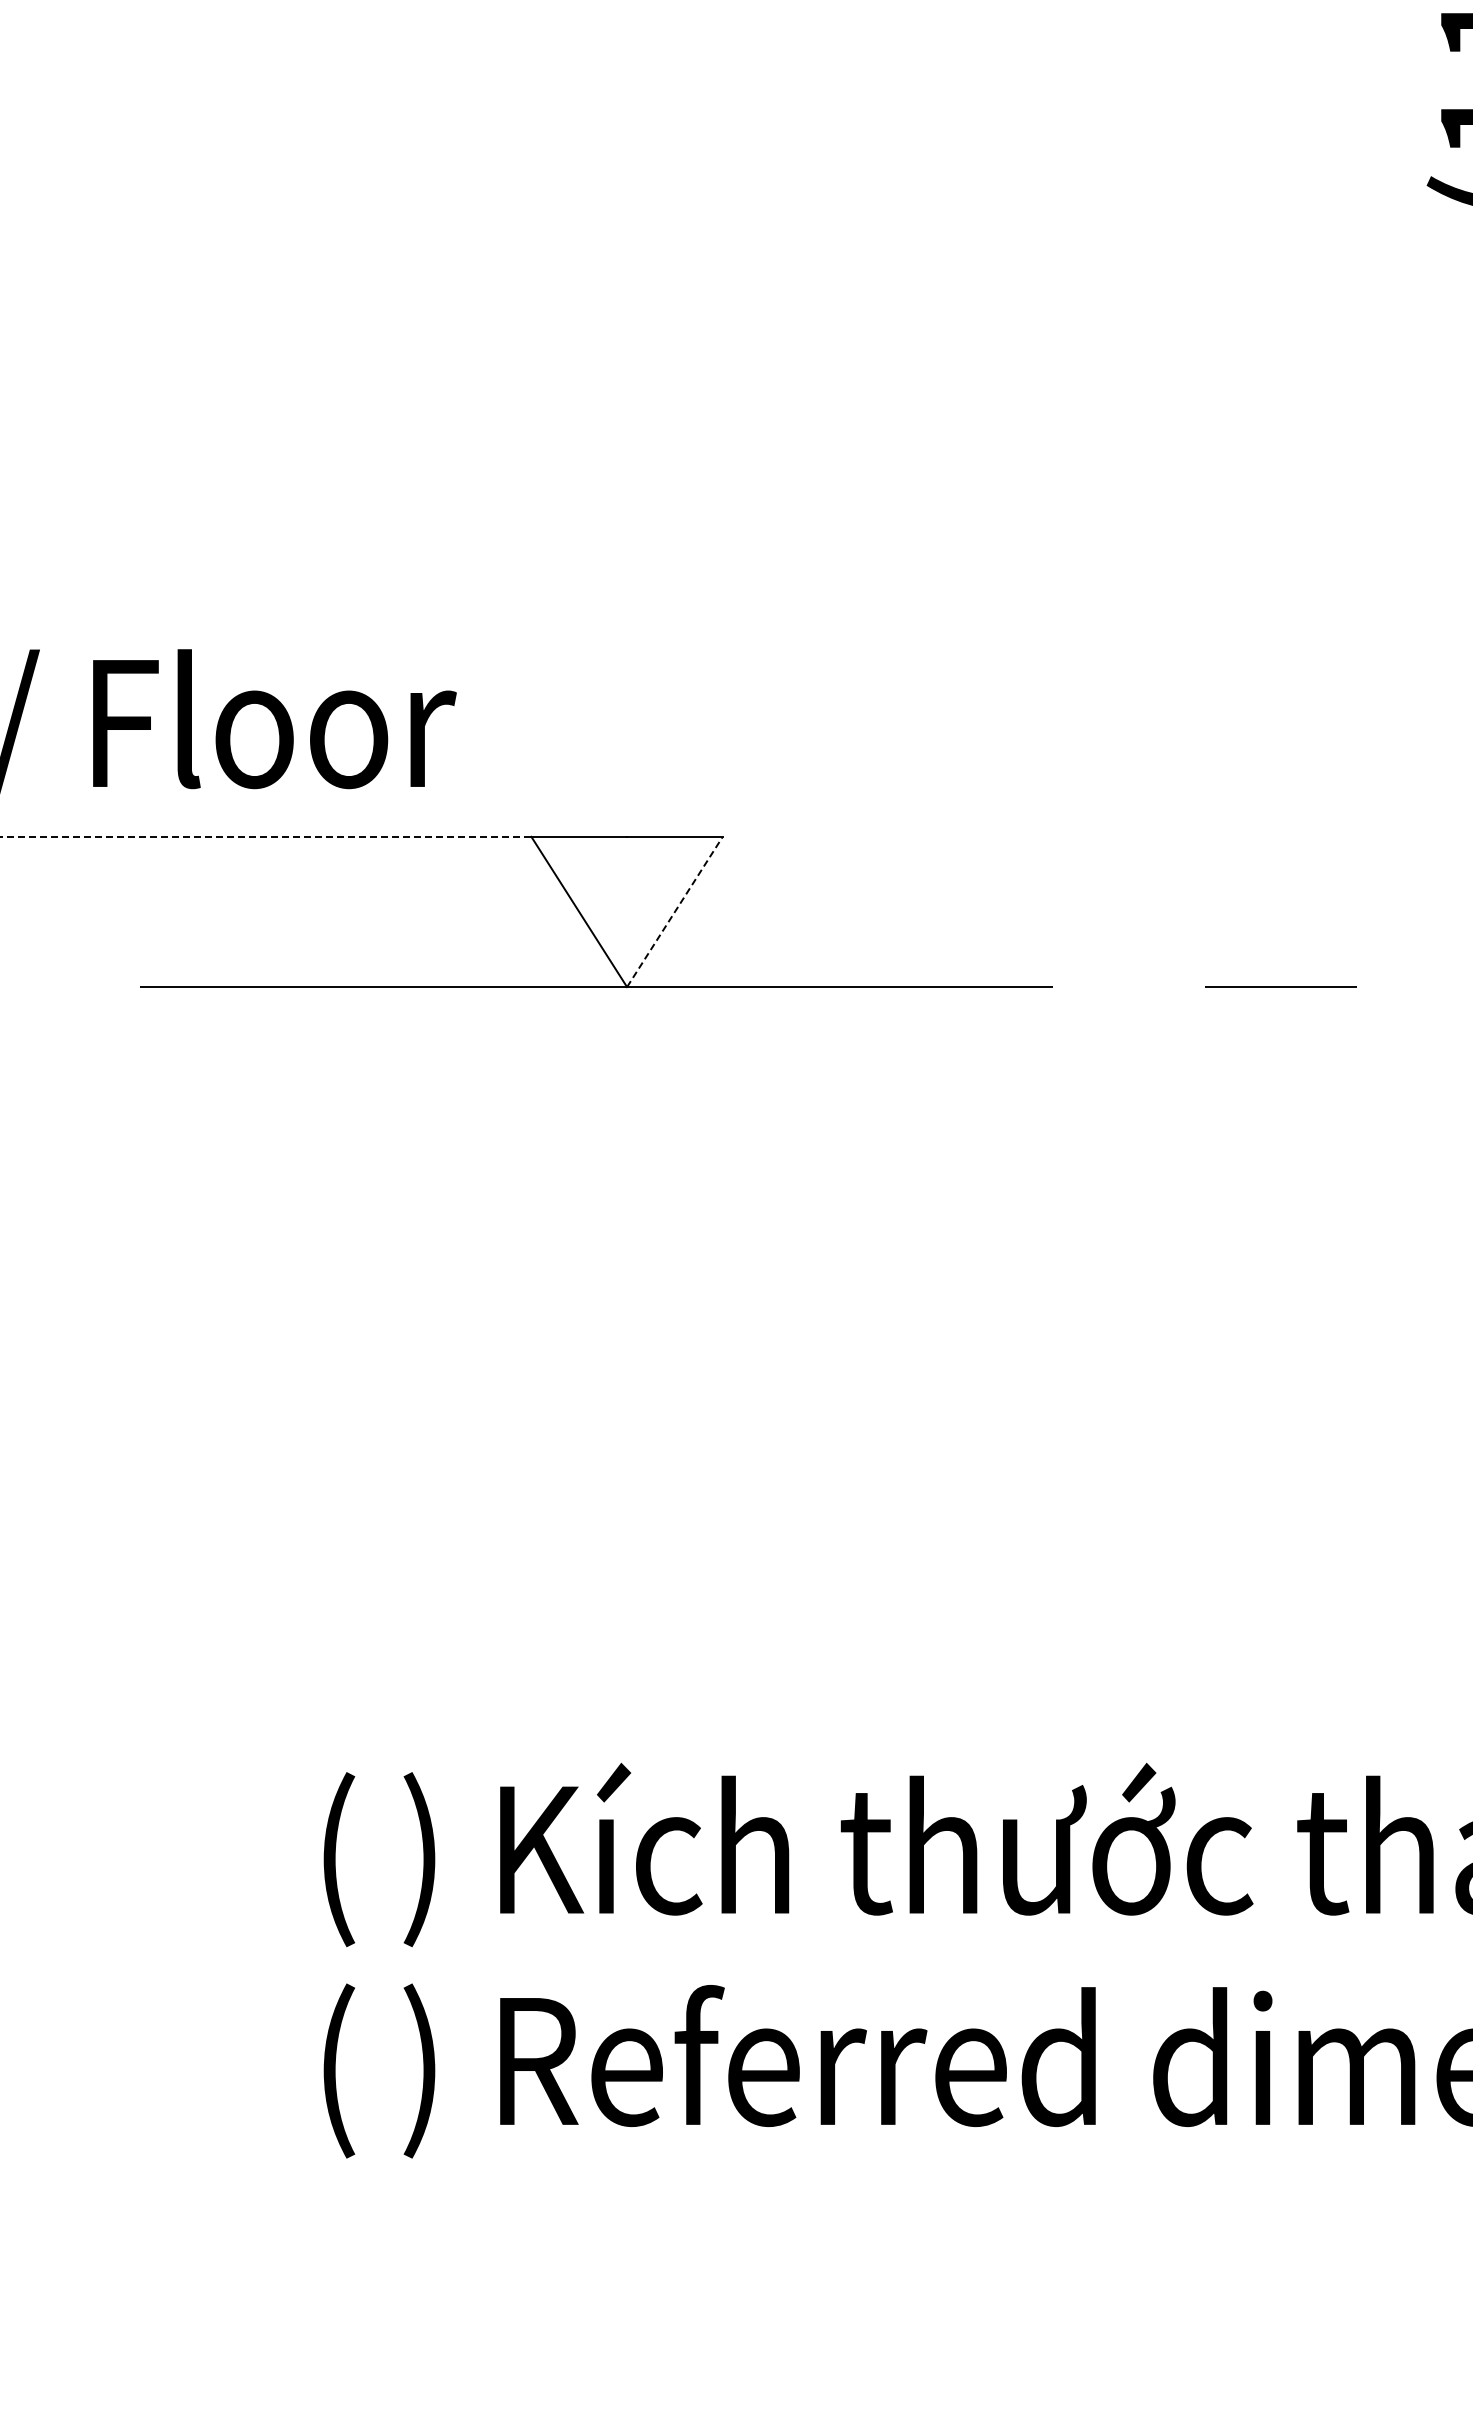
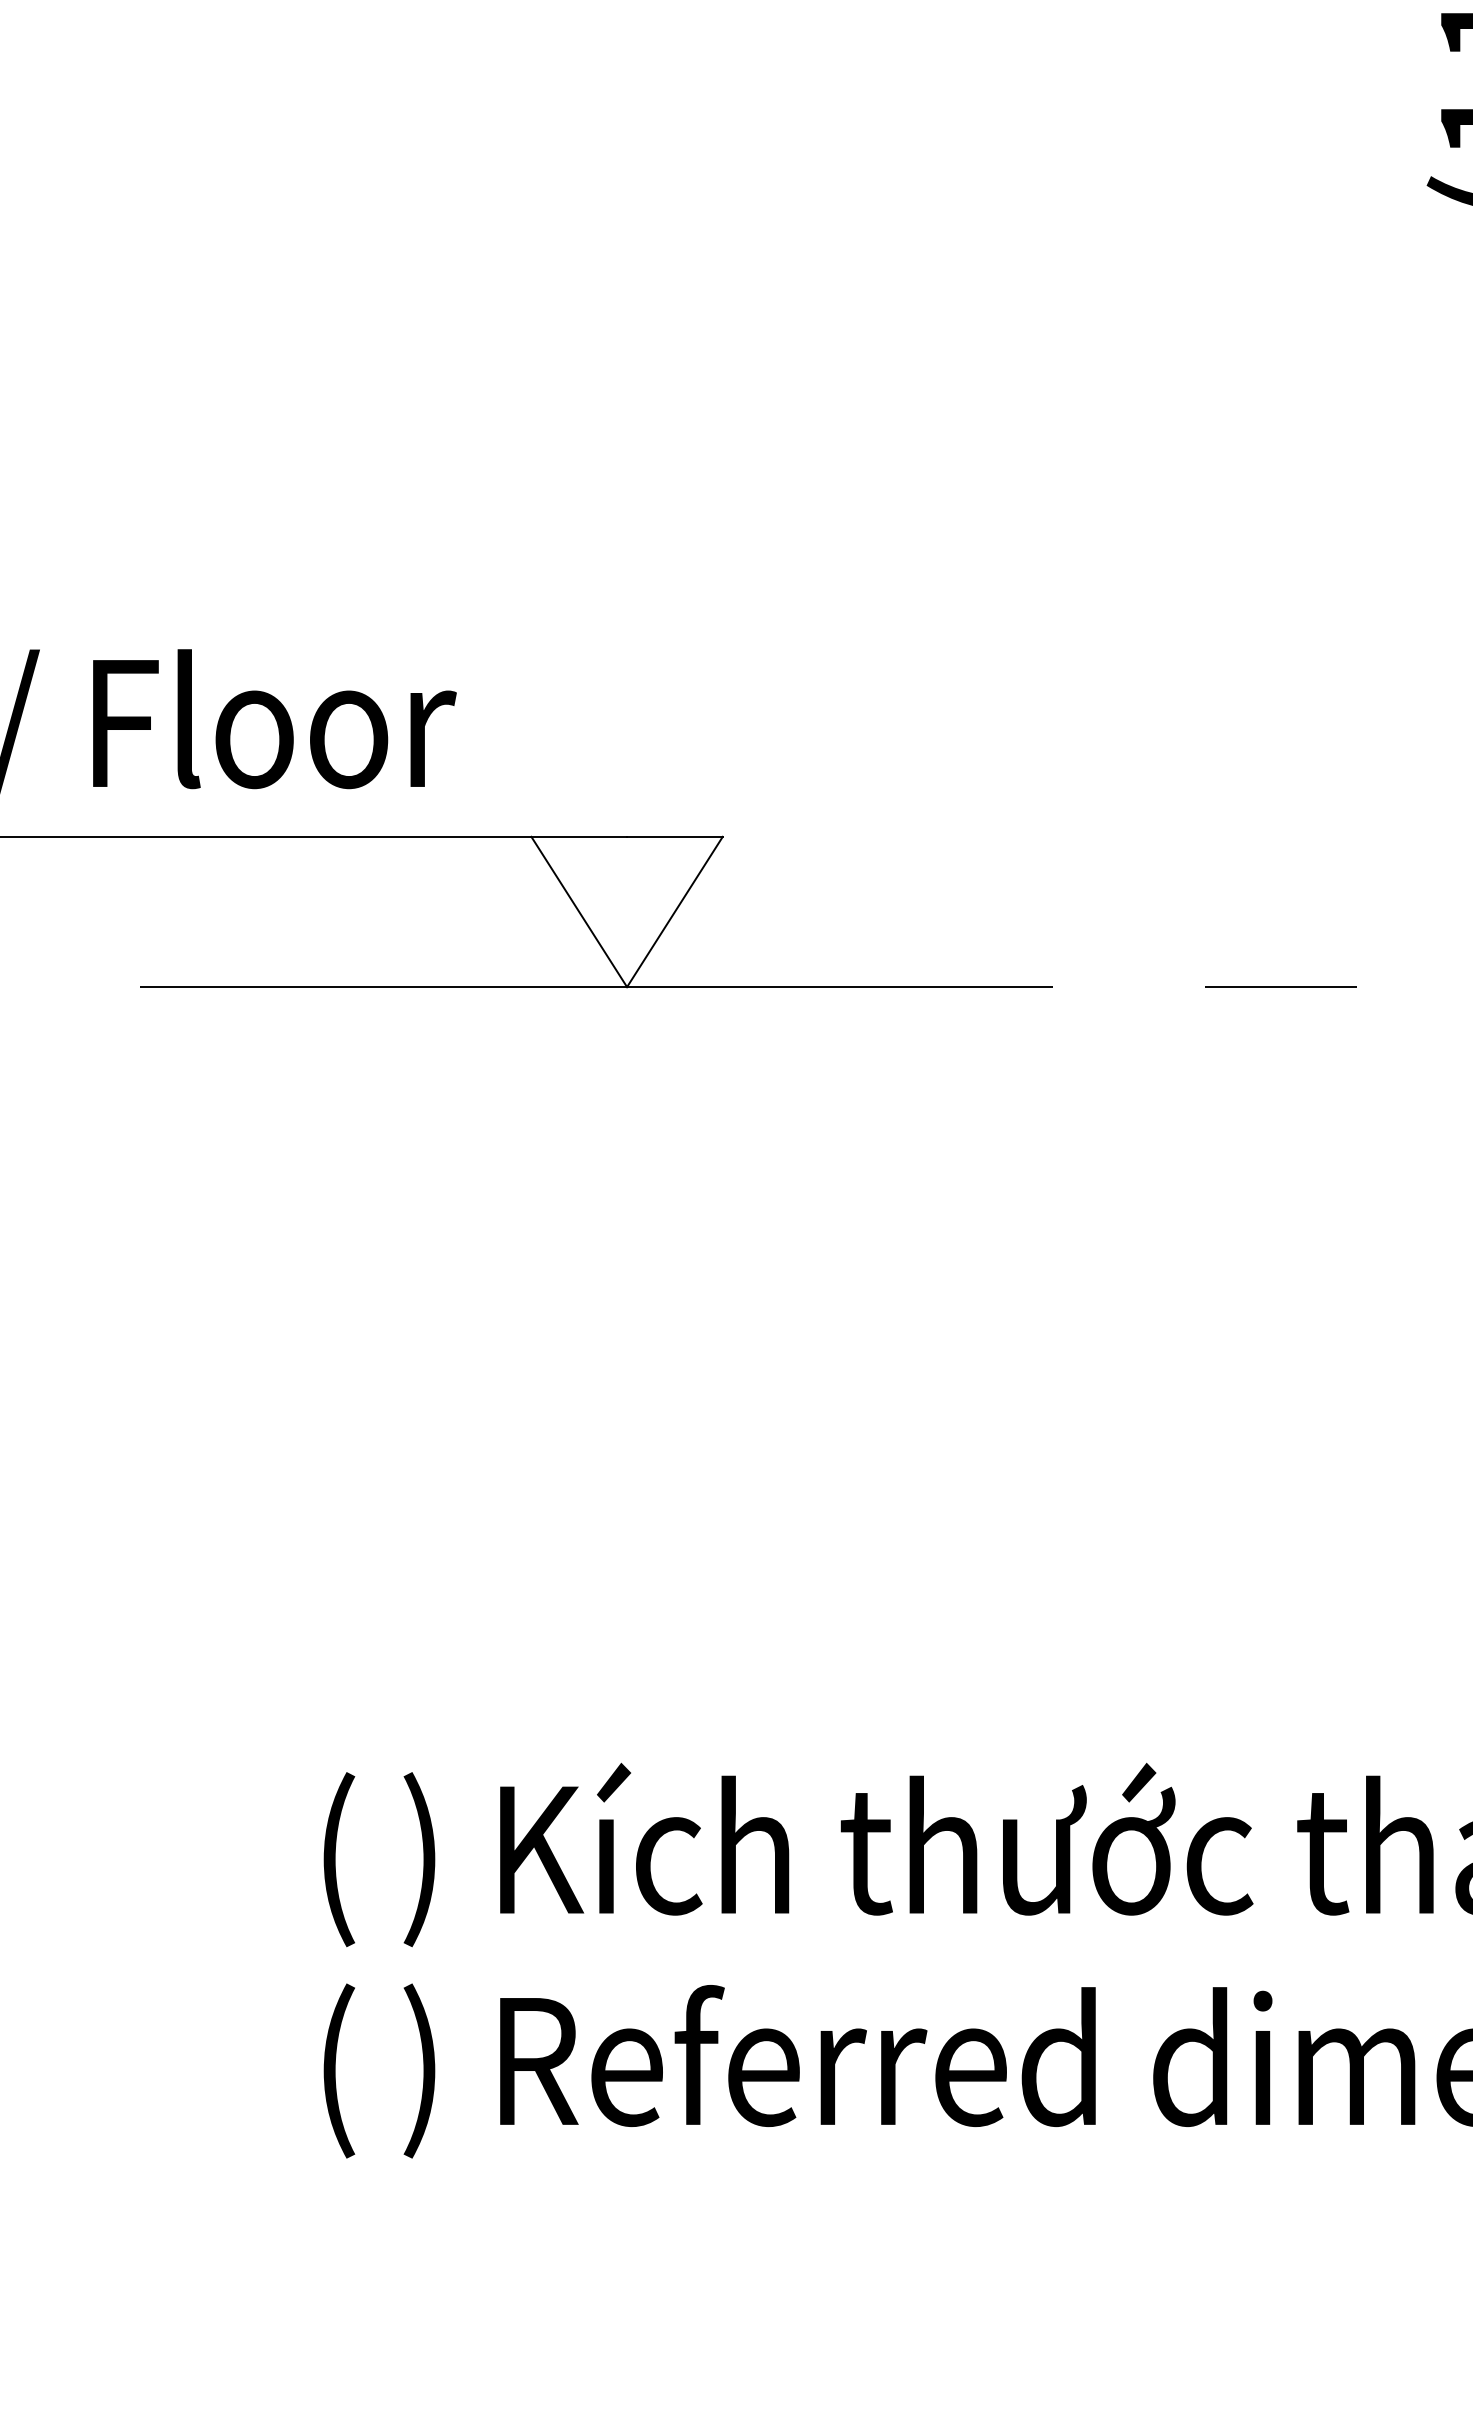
line at (265, 836): dashed -> solid
line at (675, 911): dashed -> solid
